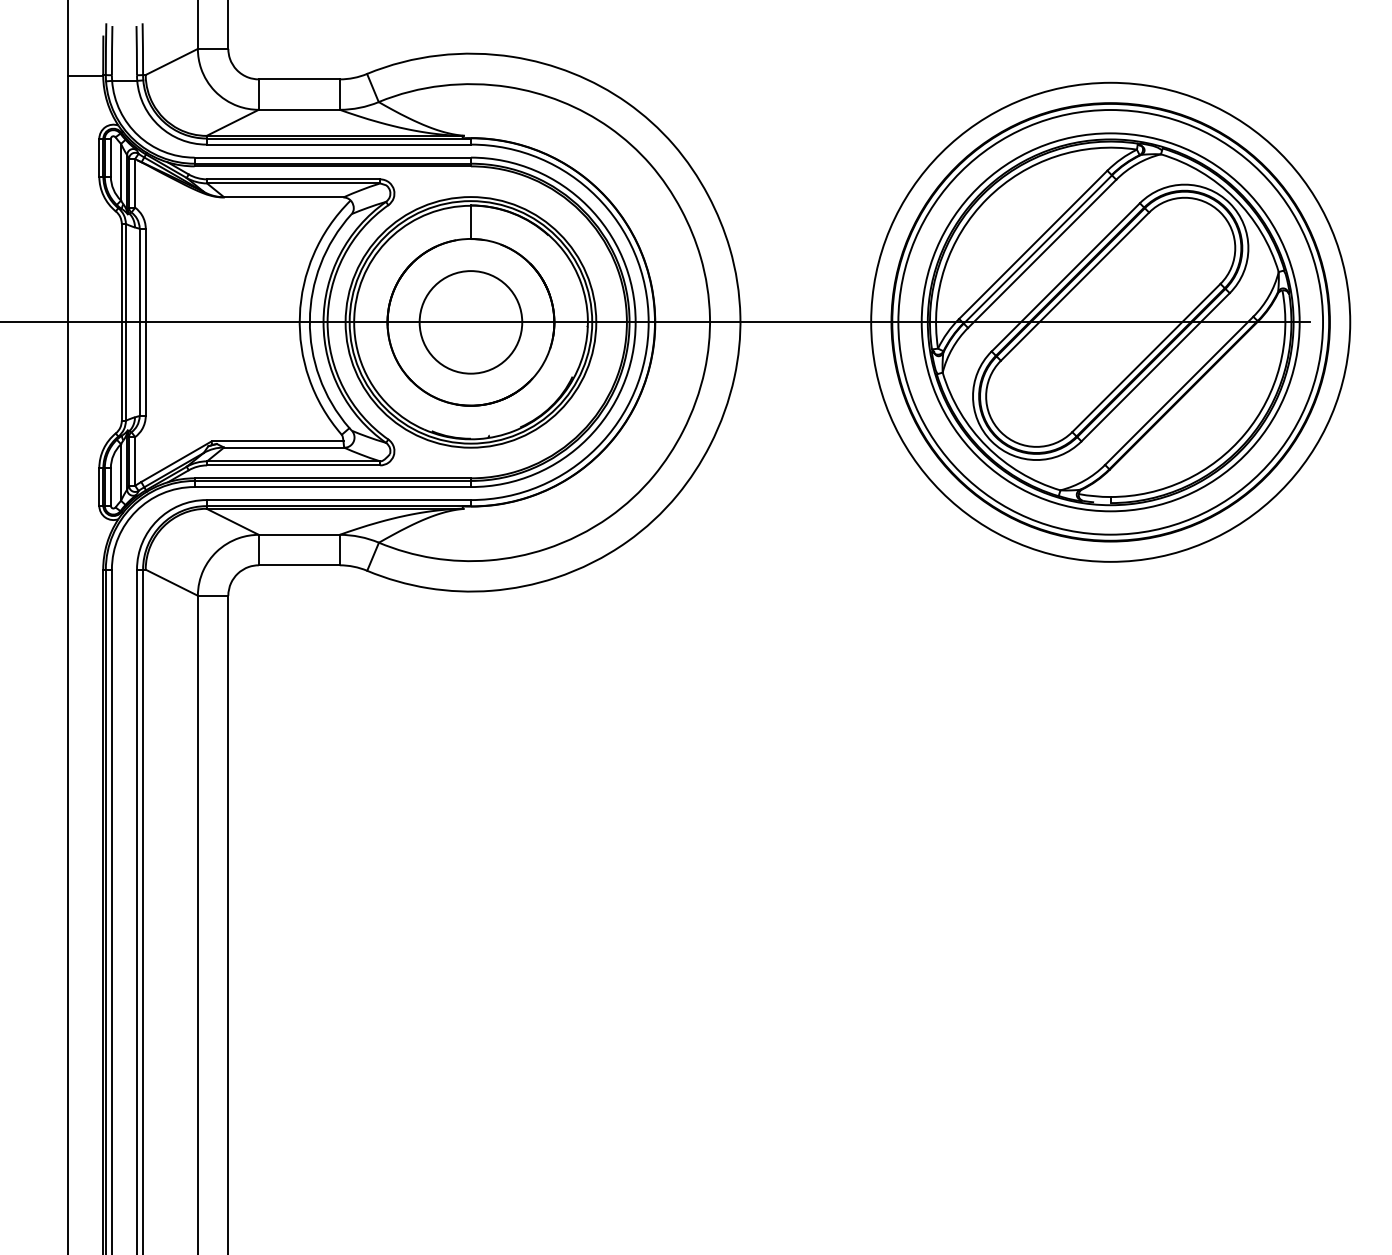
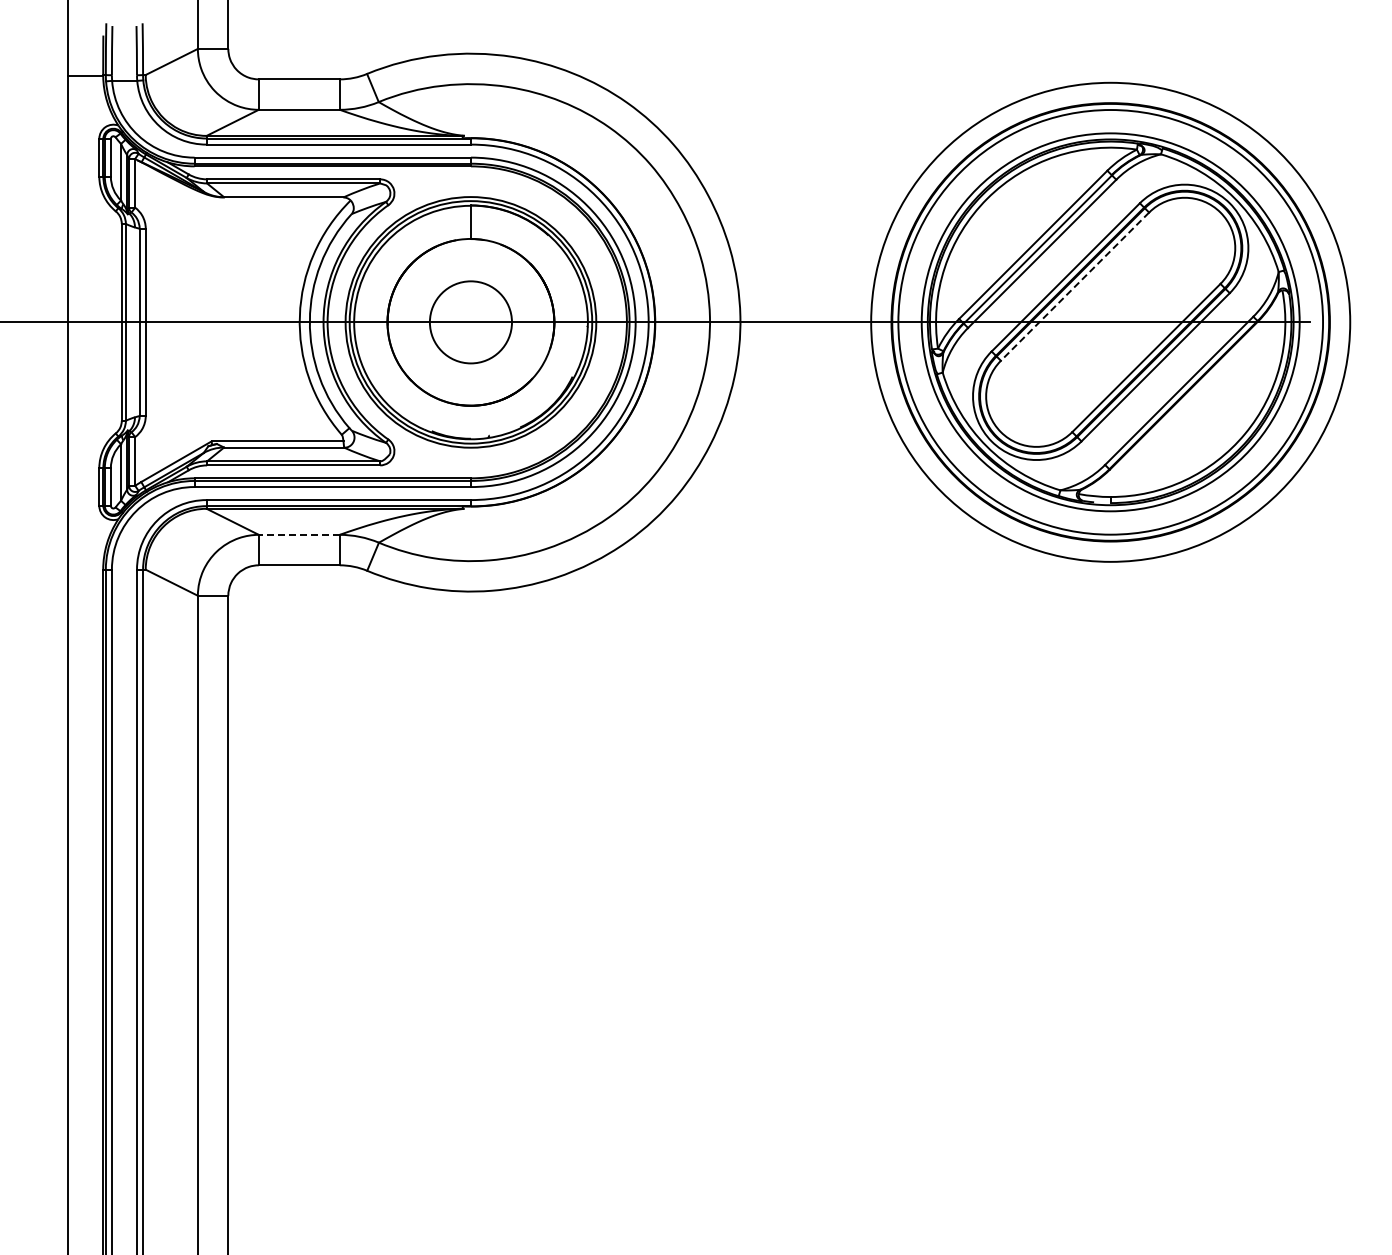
line at (1075, 286): solid -> dashed
circle at (470, 322) diameter: 103 px -> 82 px
line at (298, 534): solid -> dashed
